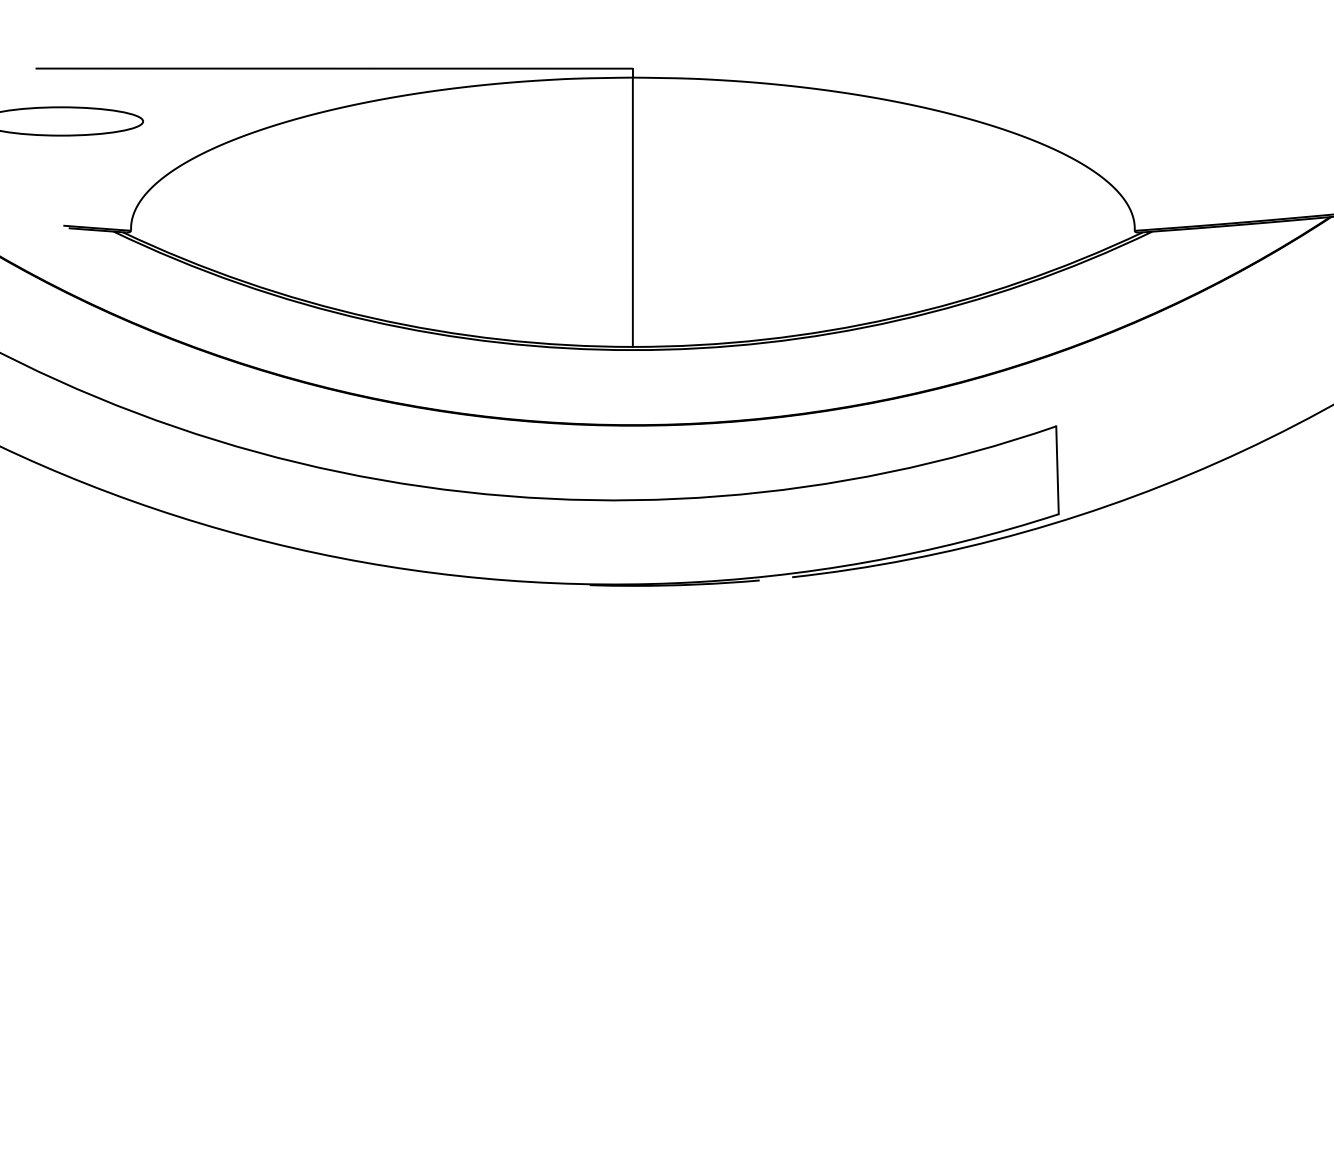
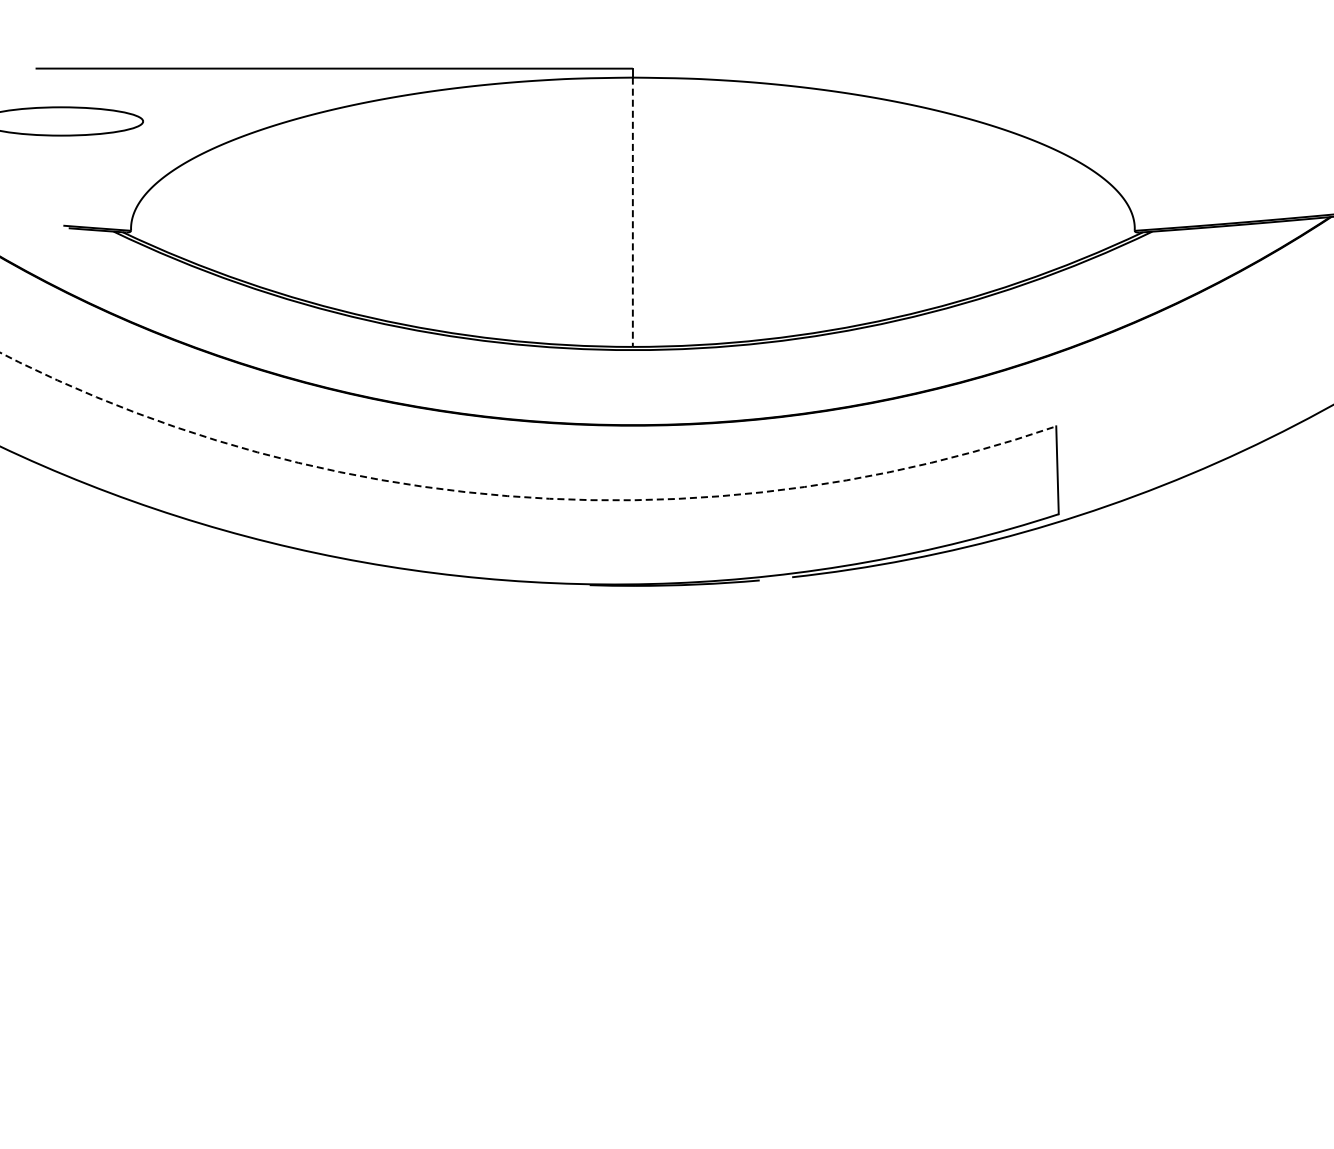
line at (632, 212): solid -> dashed
arc at (518, 496): solid -> dashed
